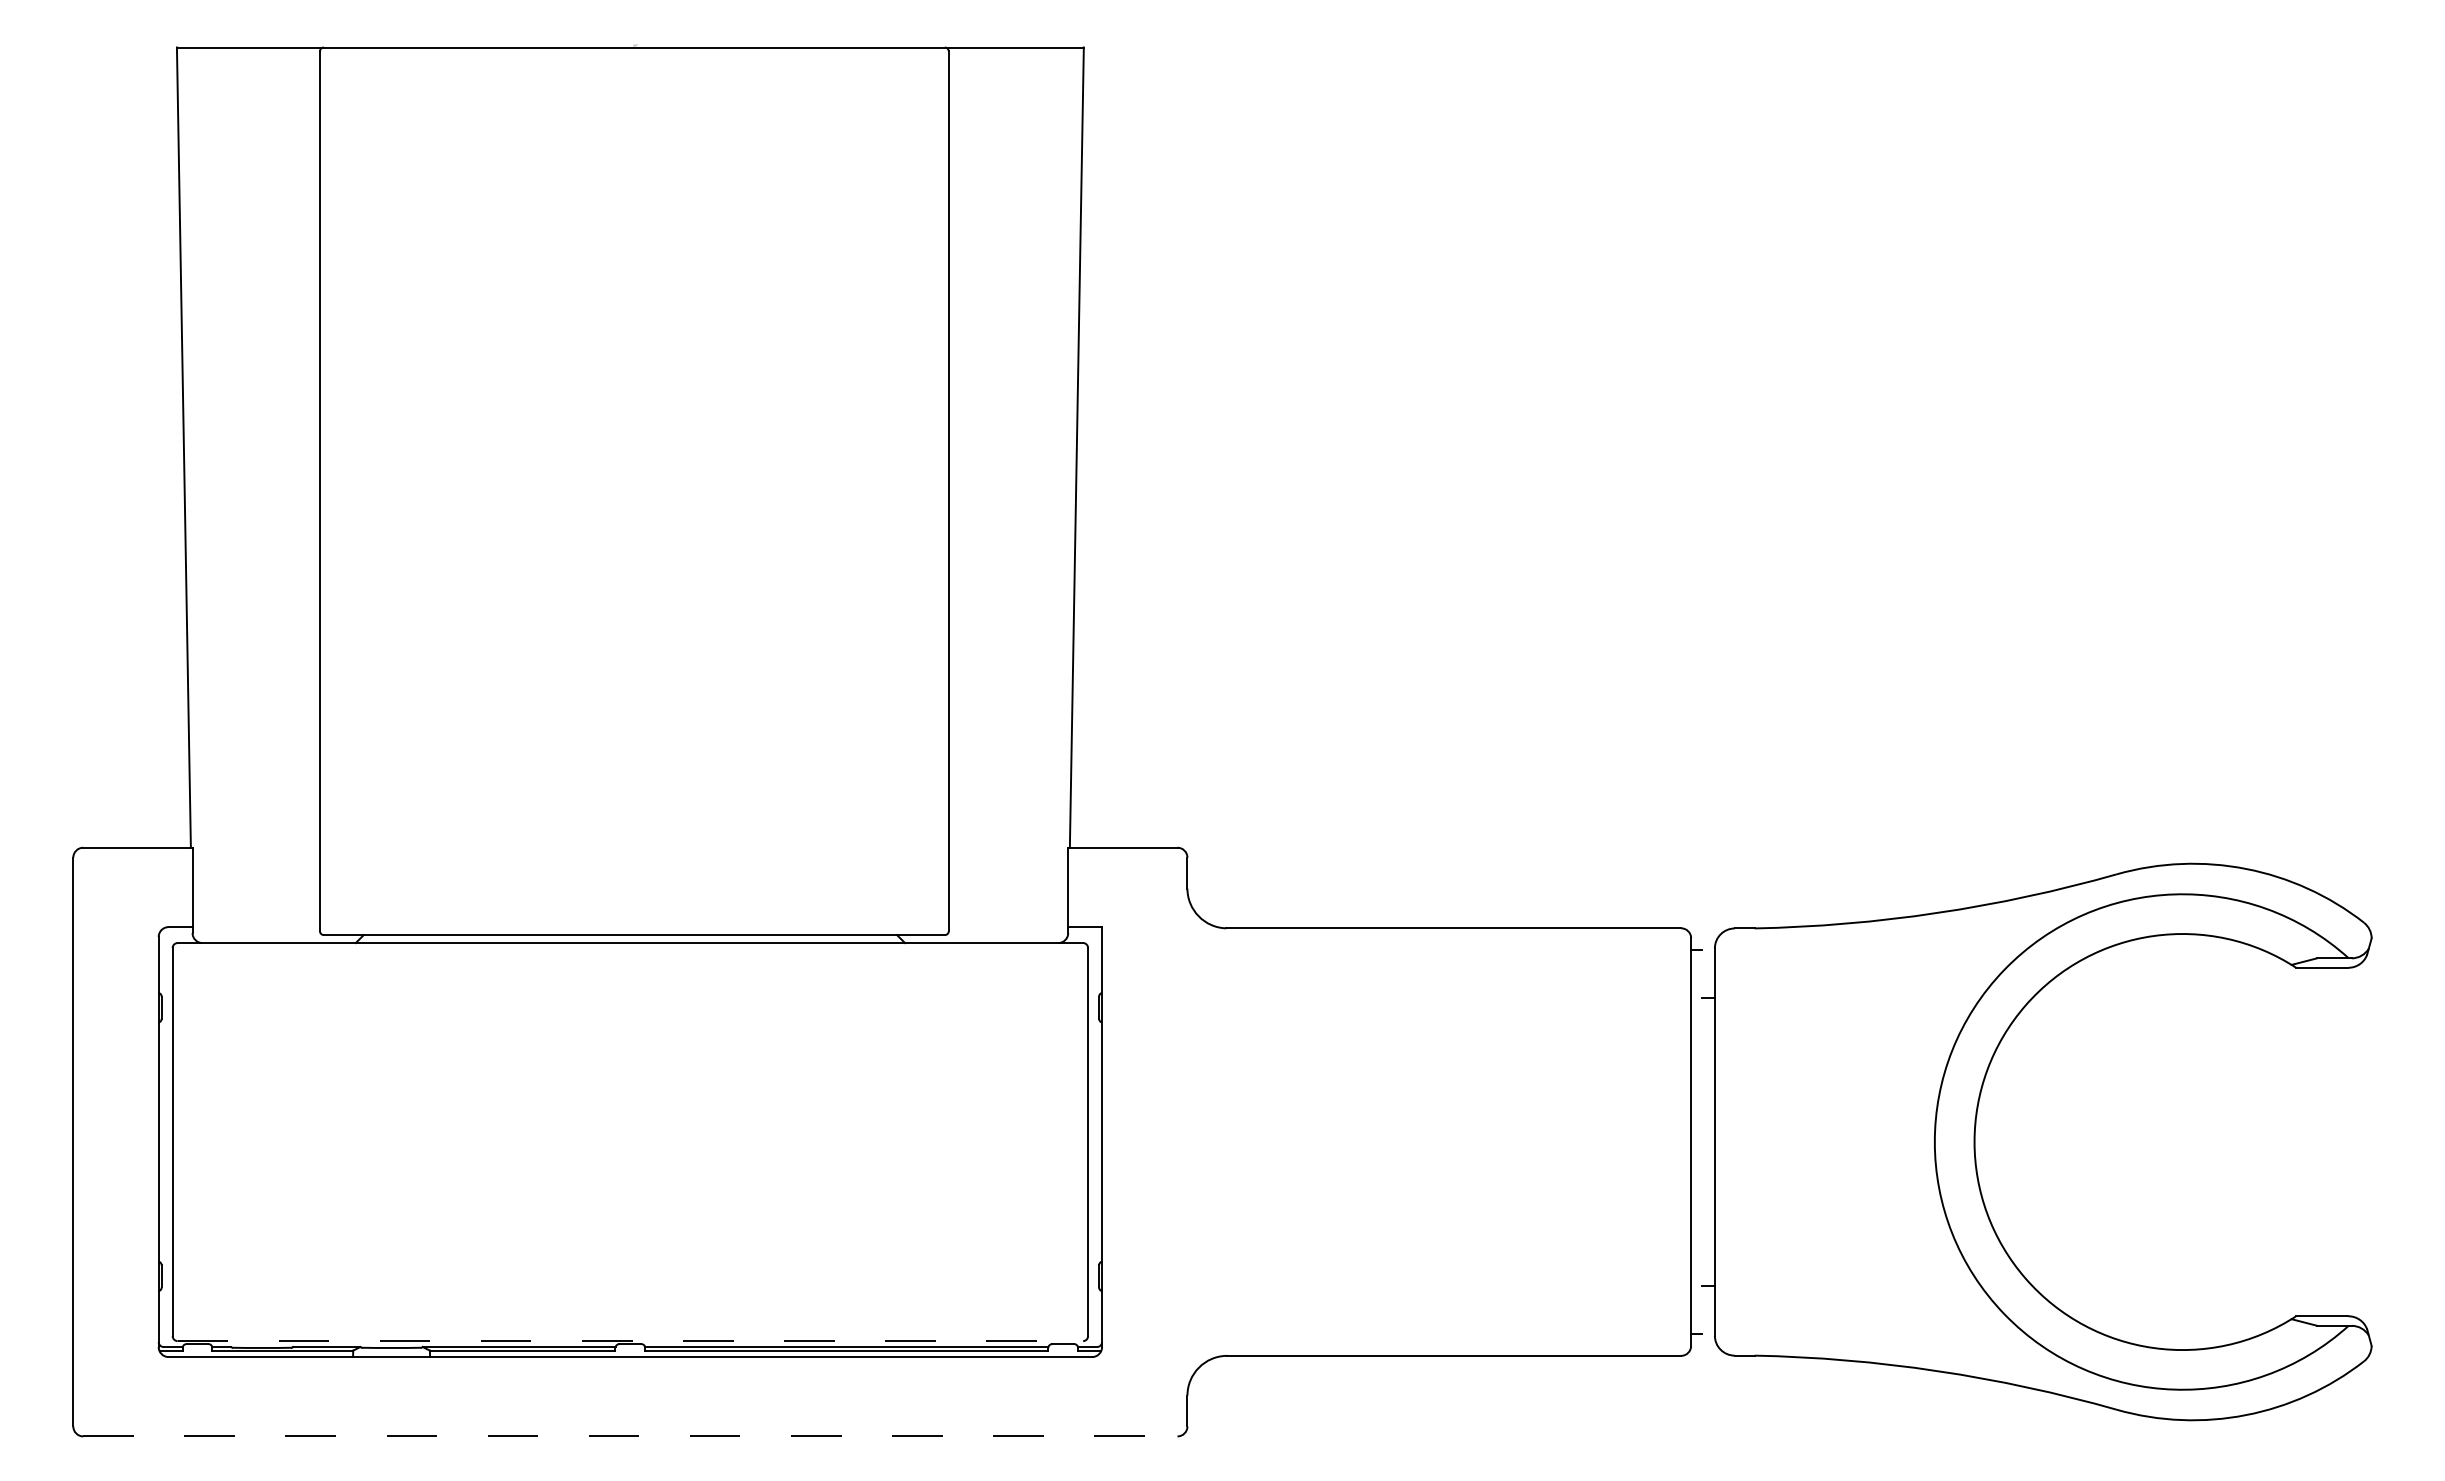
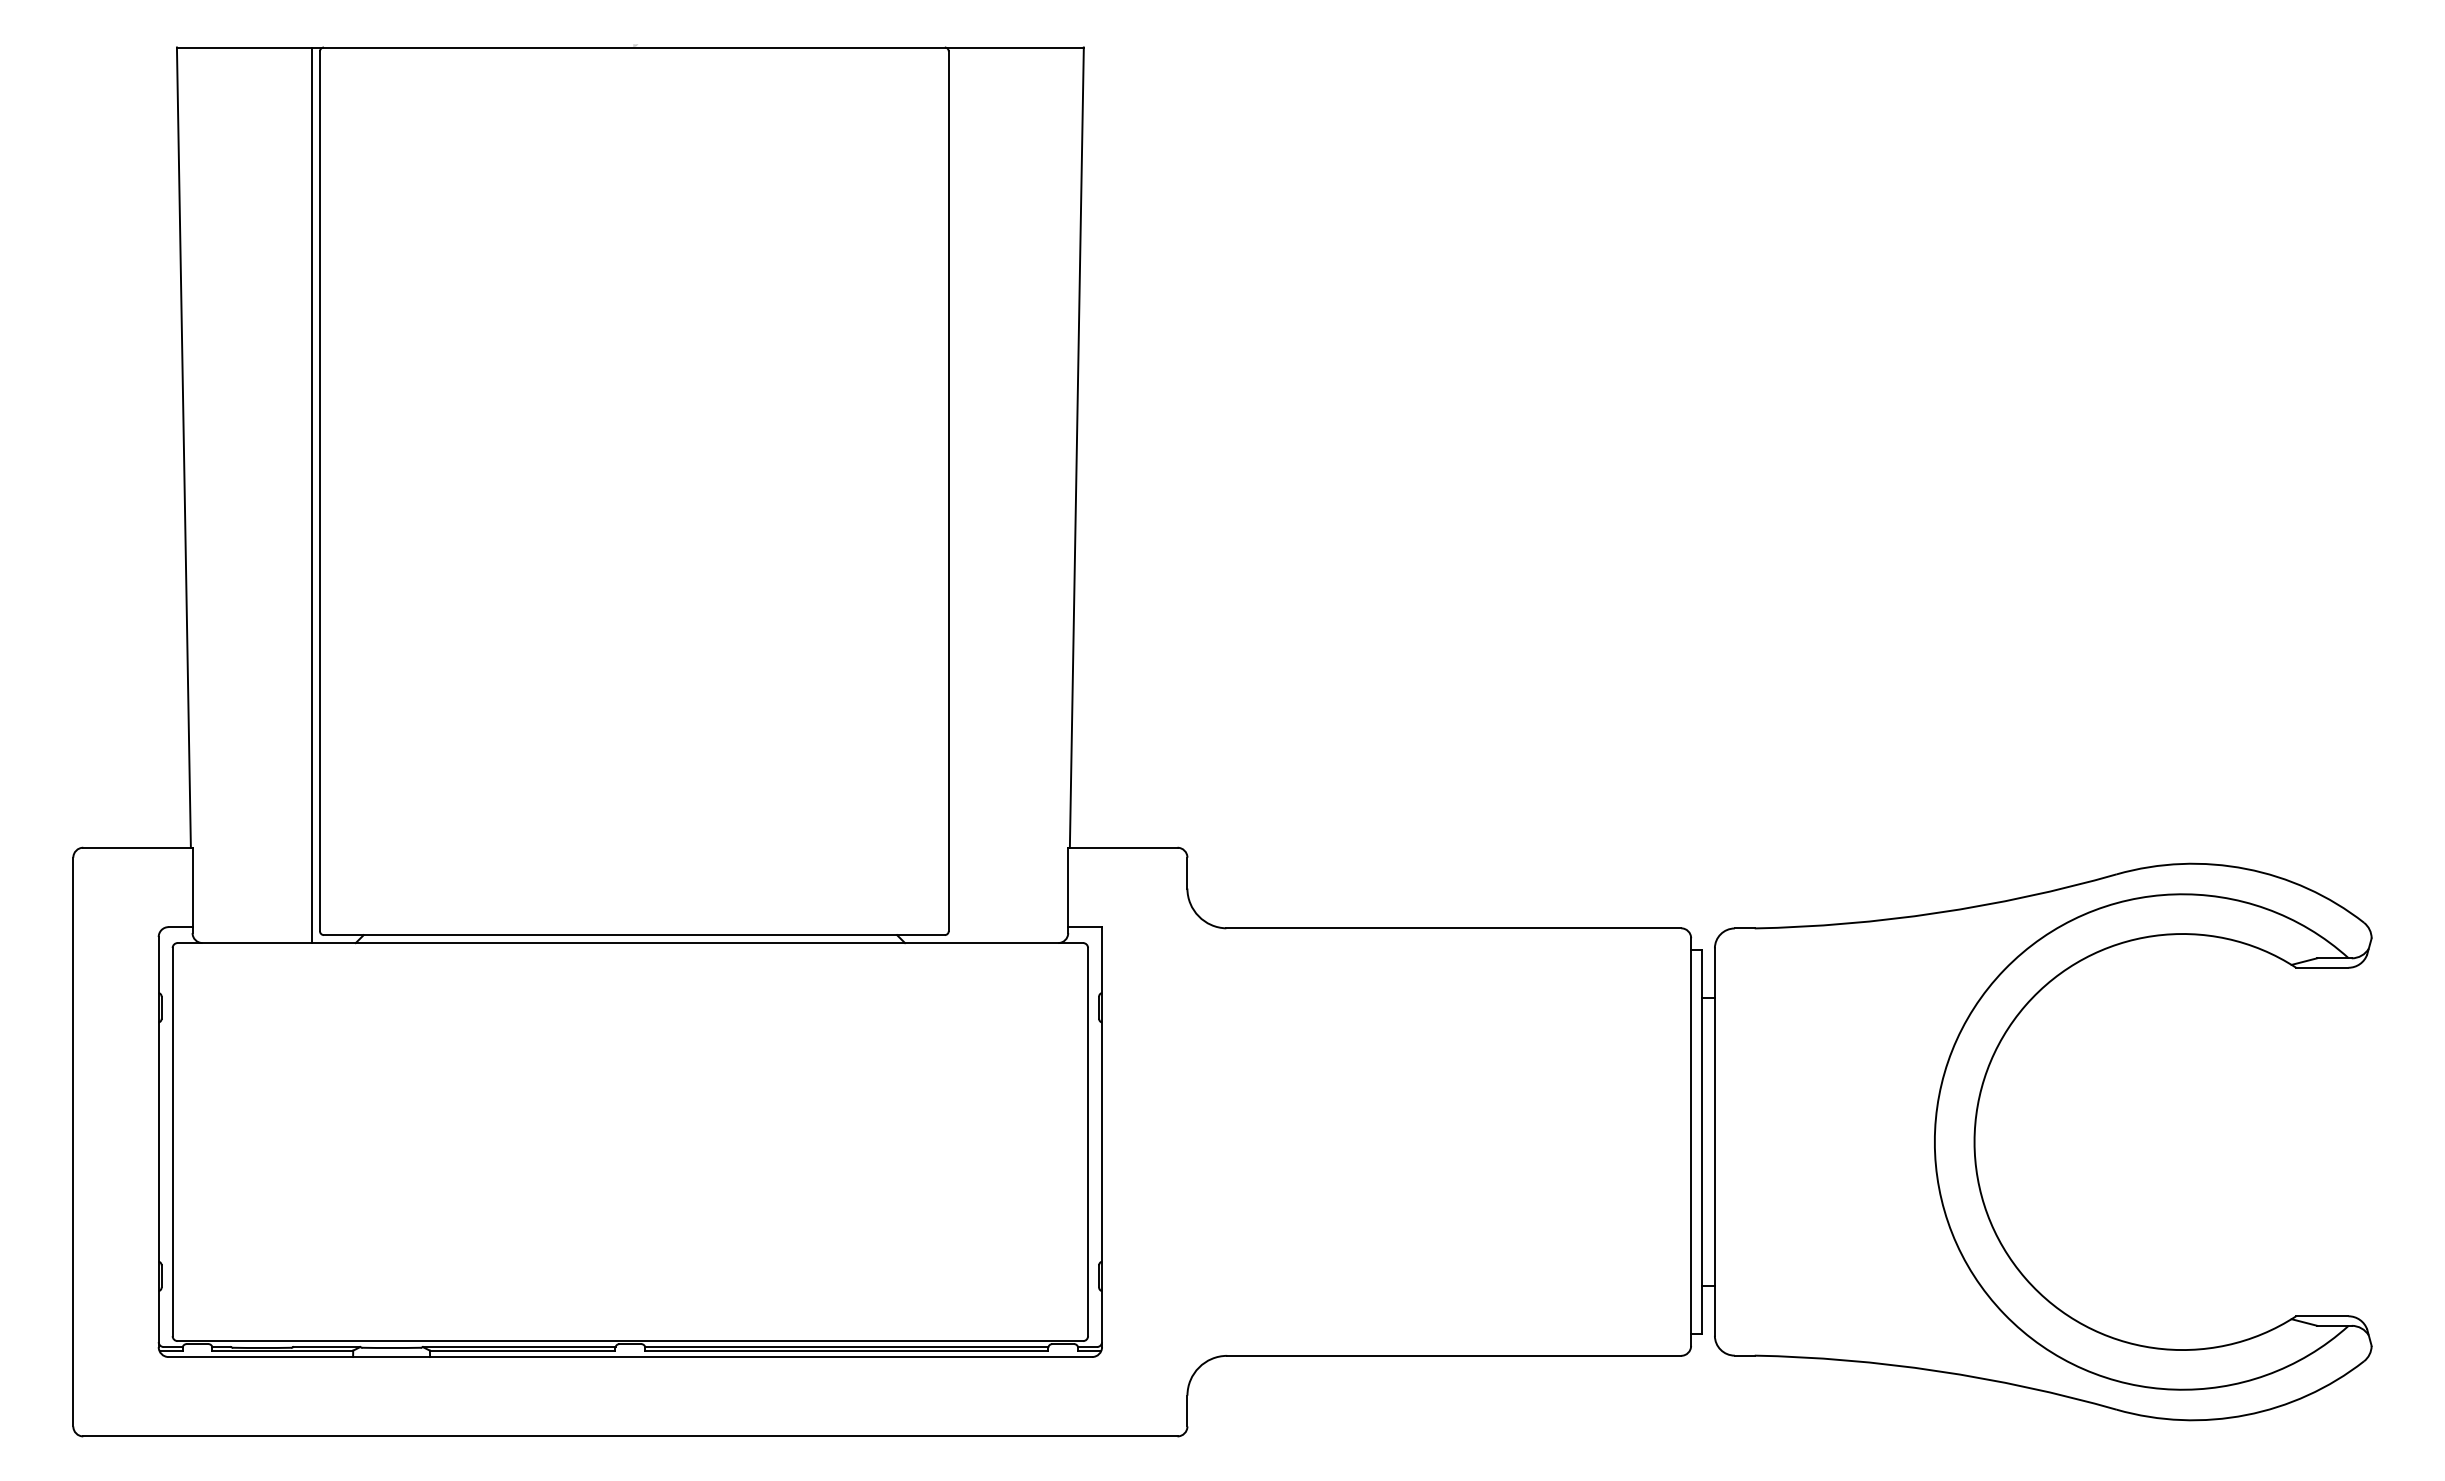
line at (311, 495): none -> present
line at (1701, 1141): none -> present
line at (630, 1341): dashed -> solid
line at (630, 1436): dashed -> solid
